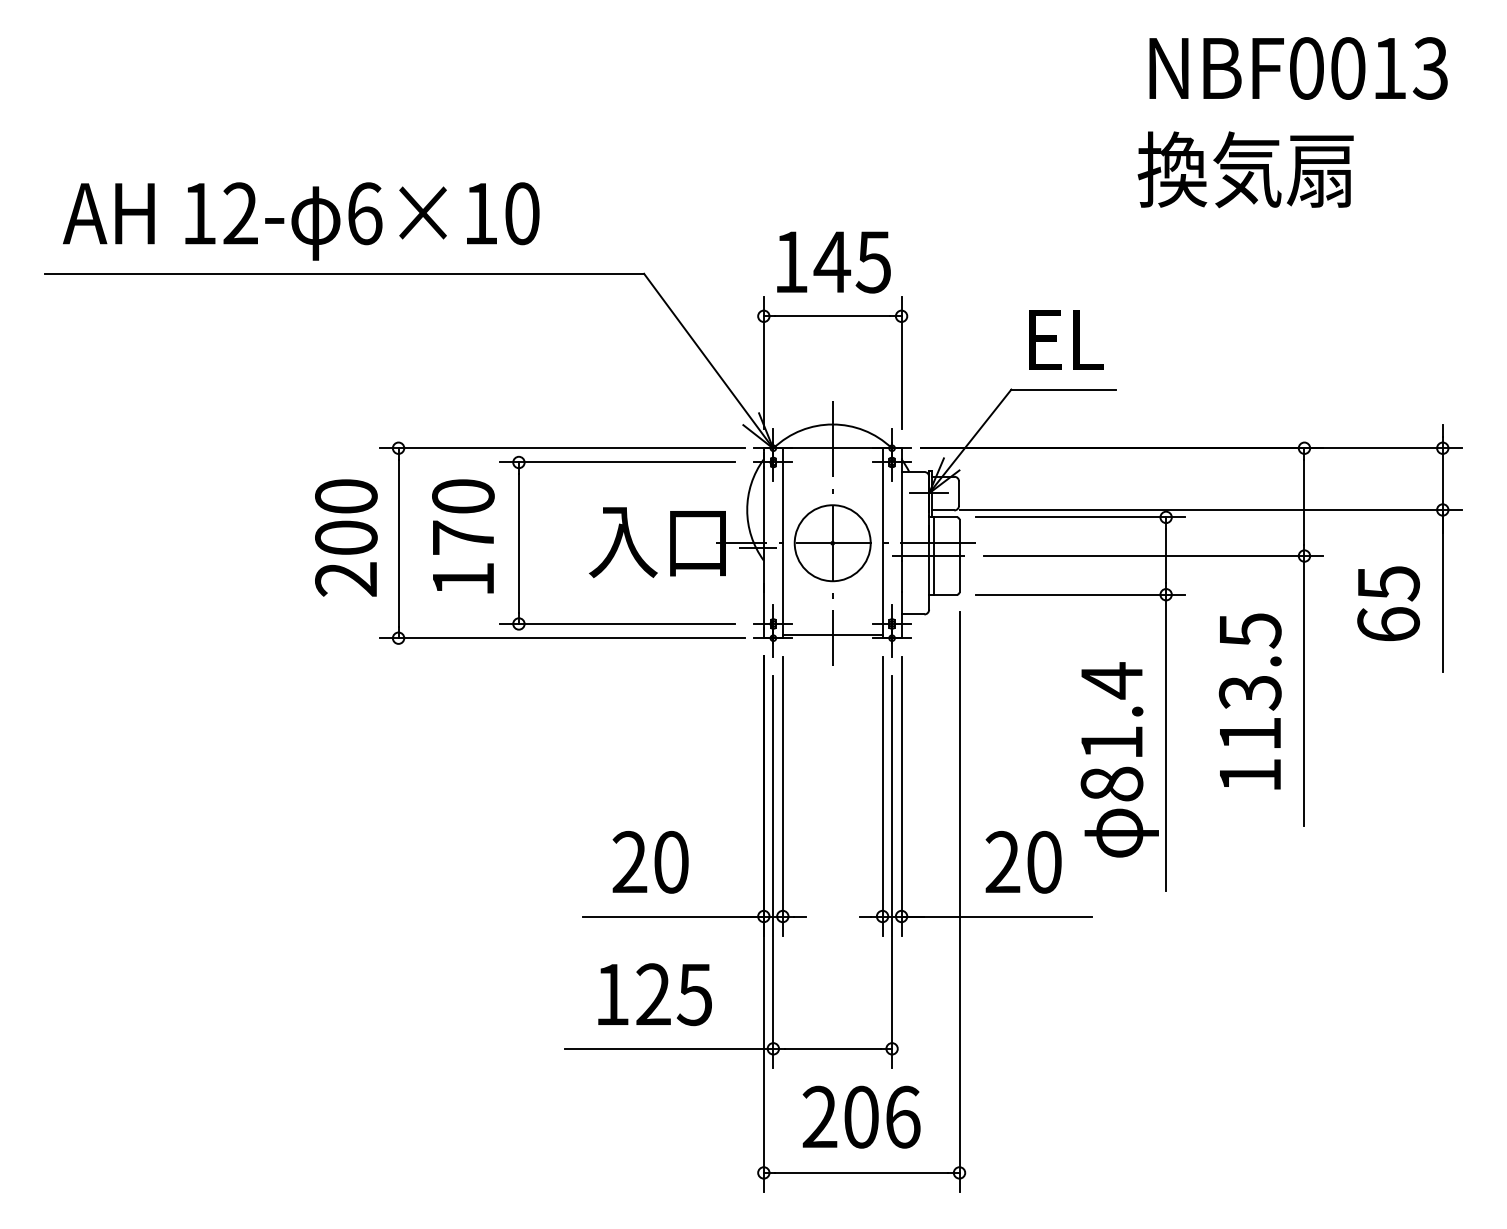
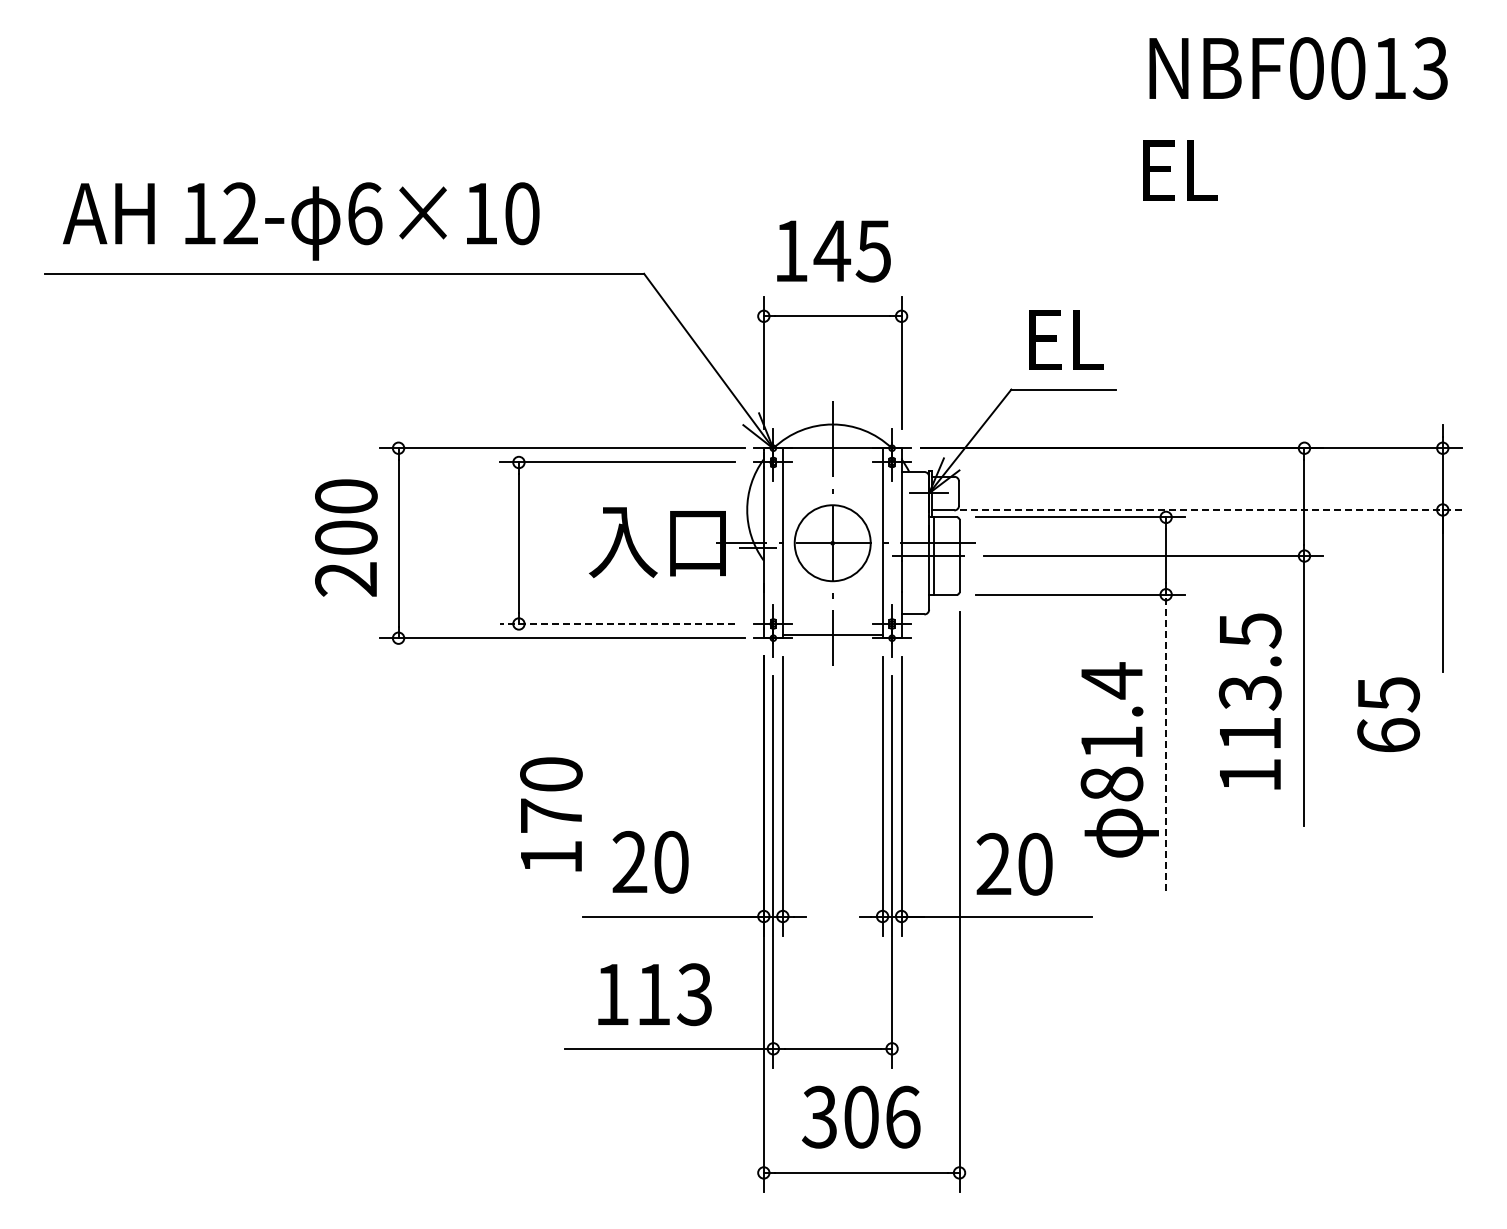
text at (1245, 169): 換気扇 -> EL
text at (833, 262) position: (833, 262) -> (833, 251)
line at (1210, 509): solid -> dashed
text at (463, 536) position: (463, 536) -> (551, 814)
text at (1388, 603) position: (1388, 603) -> (1388, 714)
line at (617, 623): solid -> dashed
line at (1166, 742): solid -> dashed
text at (1023, 862) position: (1023, 862) -> (1014, 864)
text at (673, 994): 125 -> 113
text at (819, 1117): 206 -> 306
